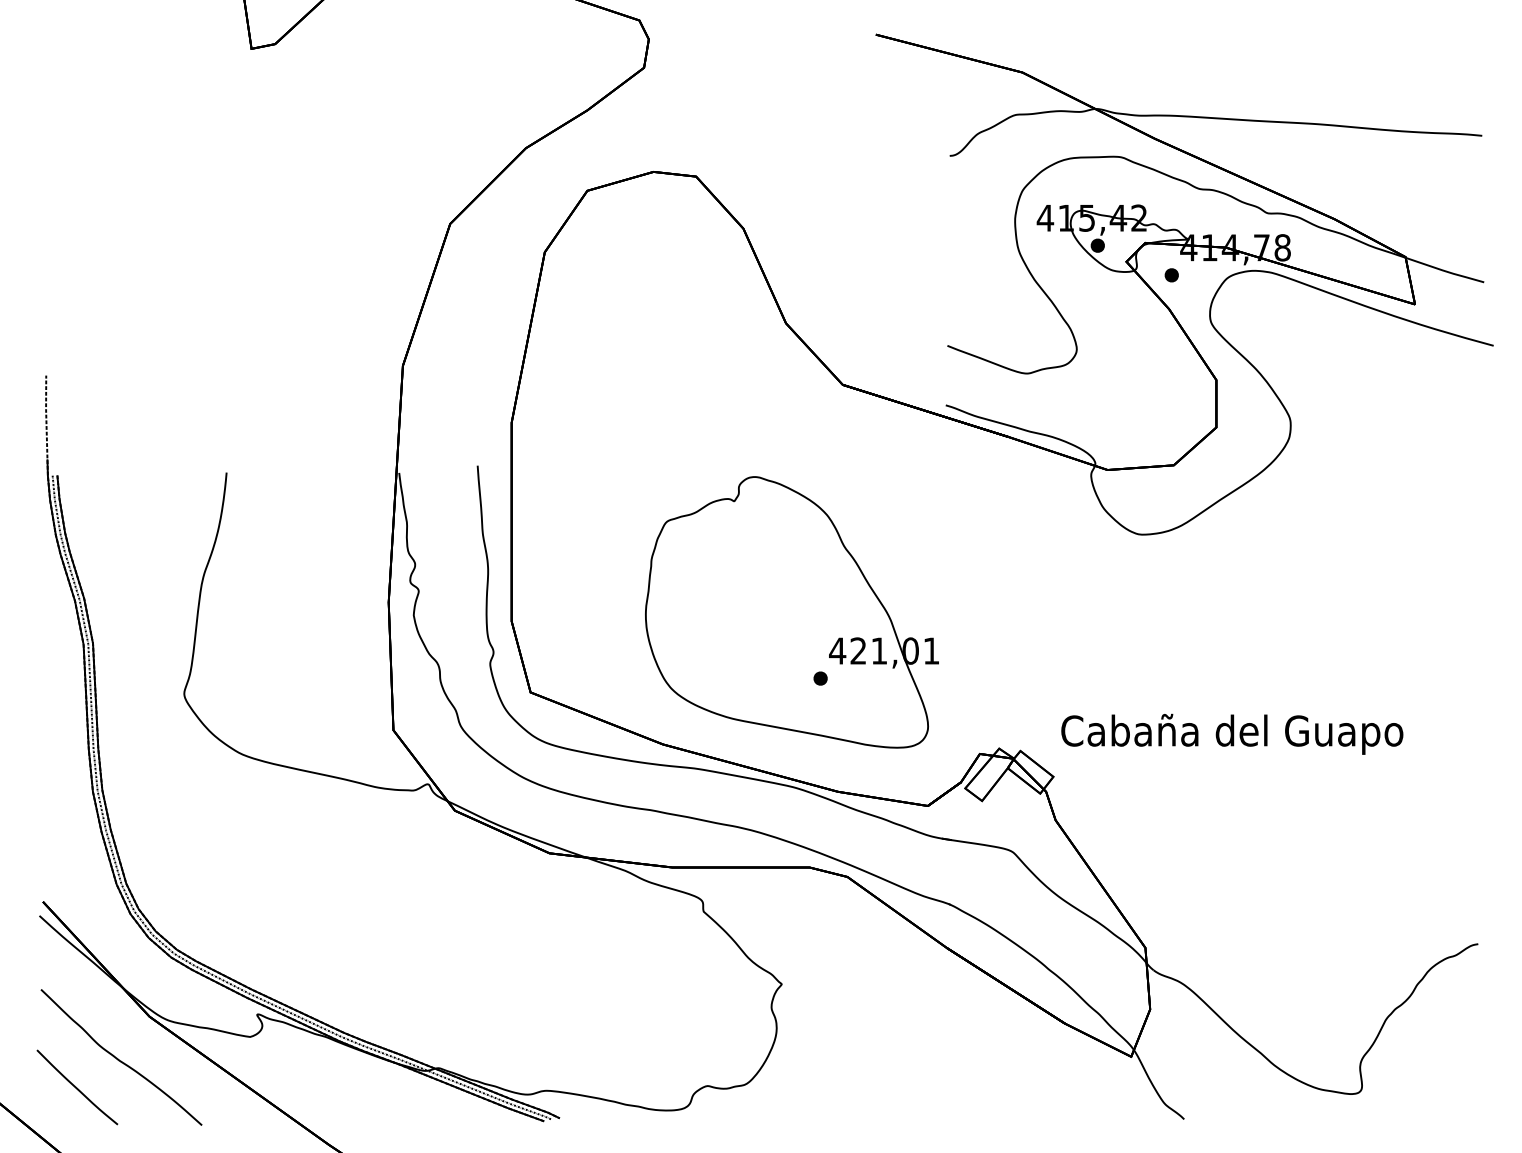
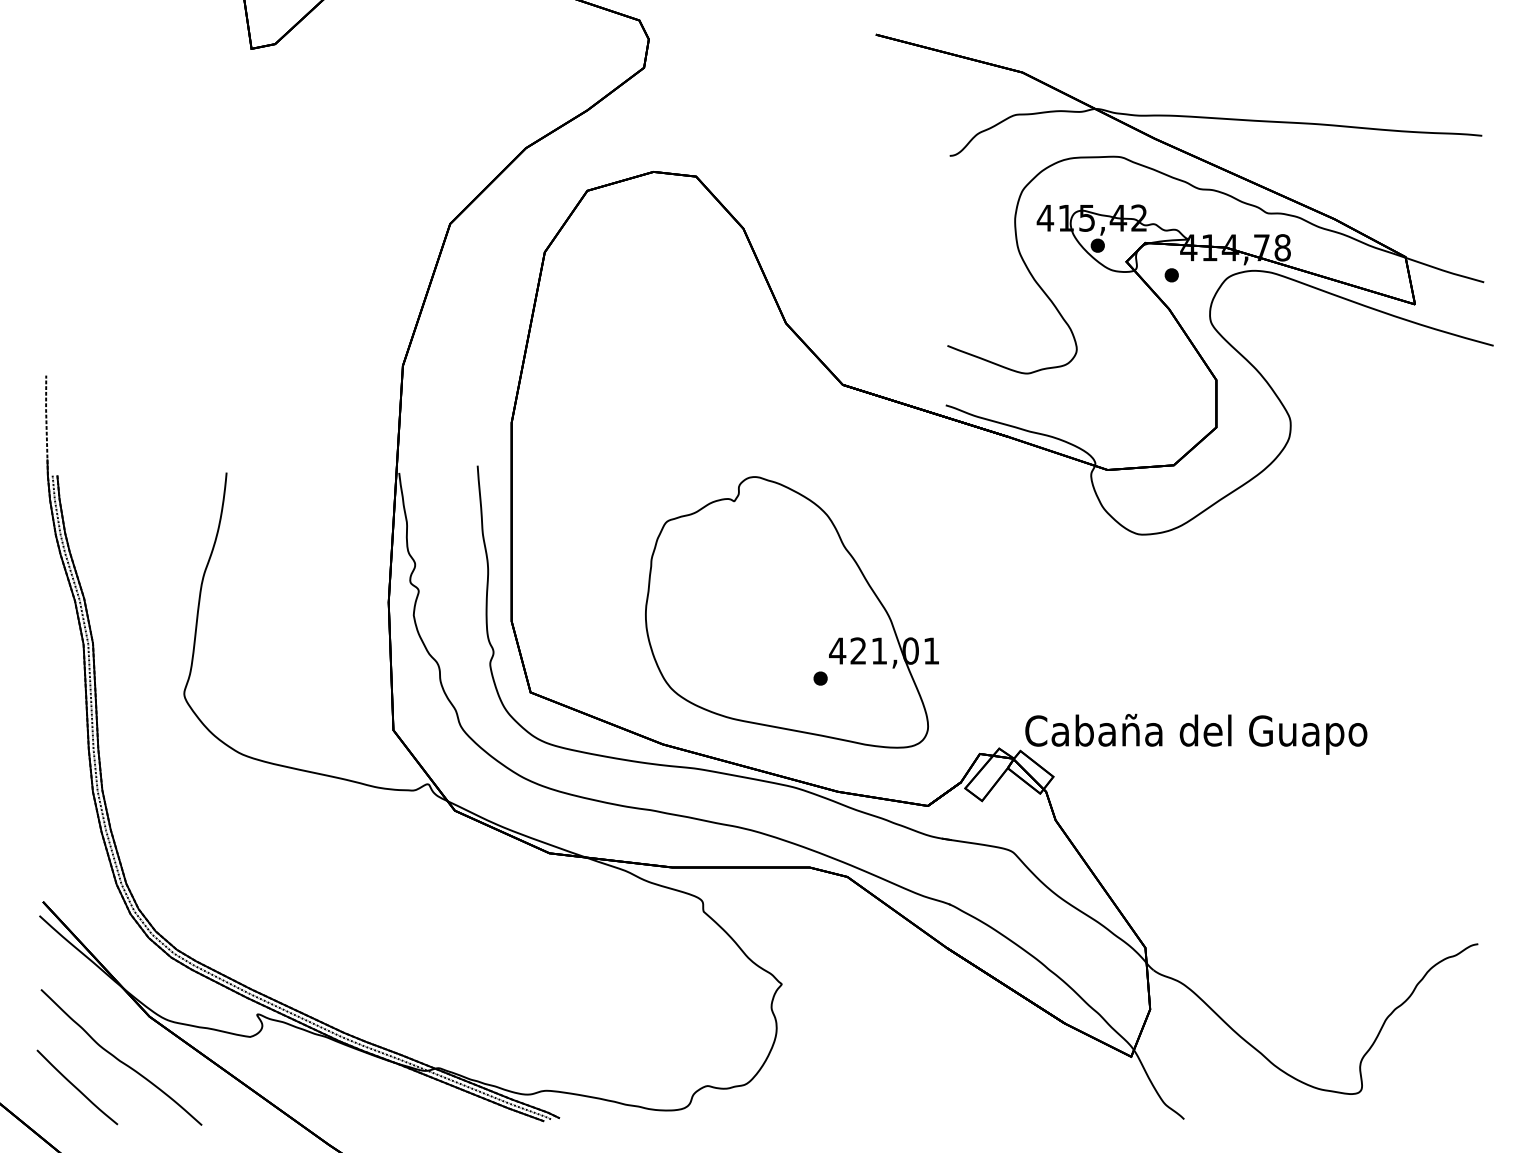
text at (1232, 733) position: (1232, 733) -> (1196, 733)
